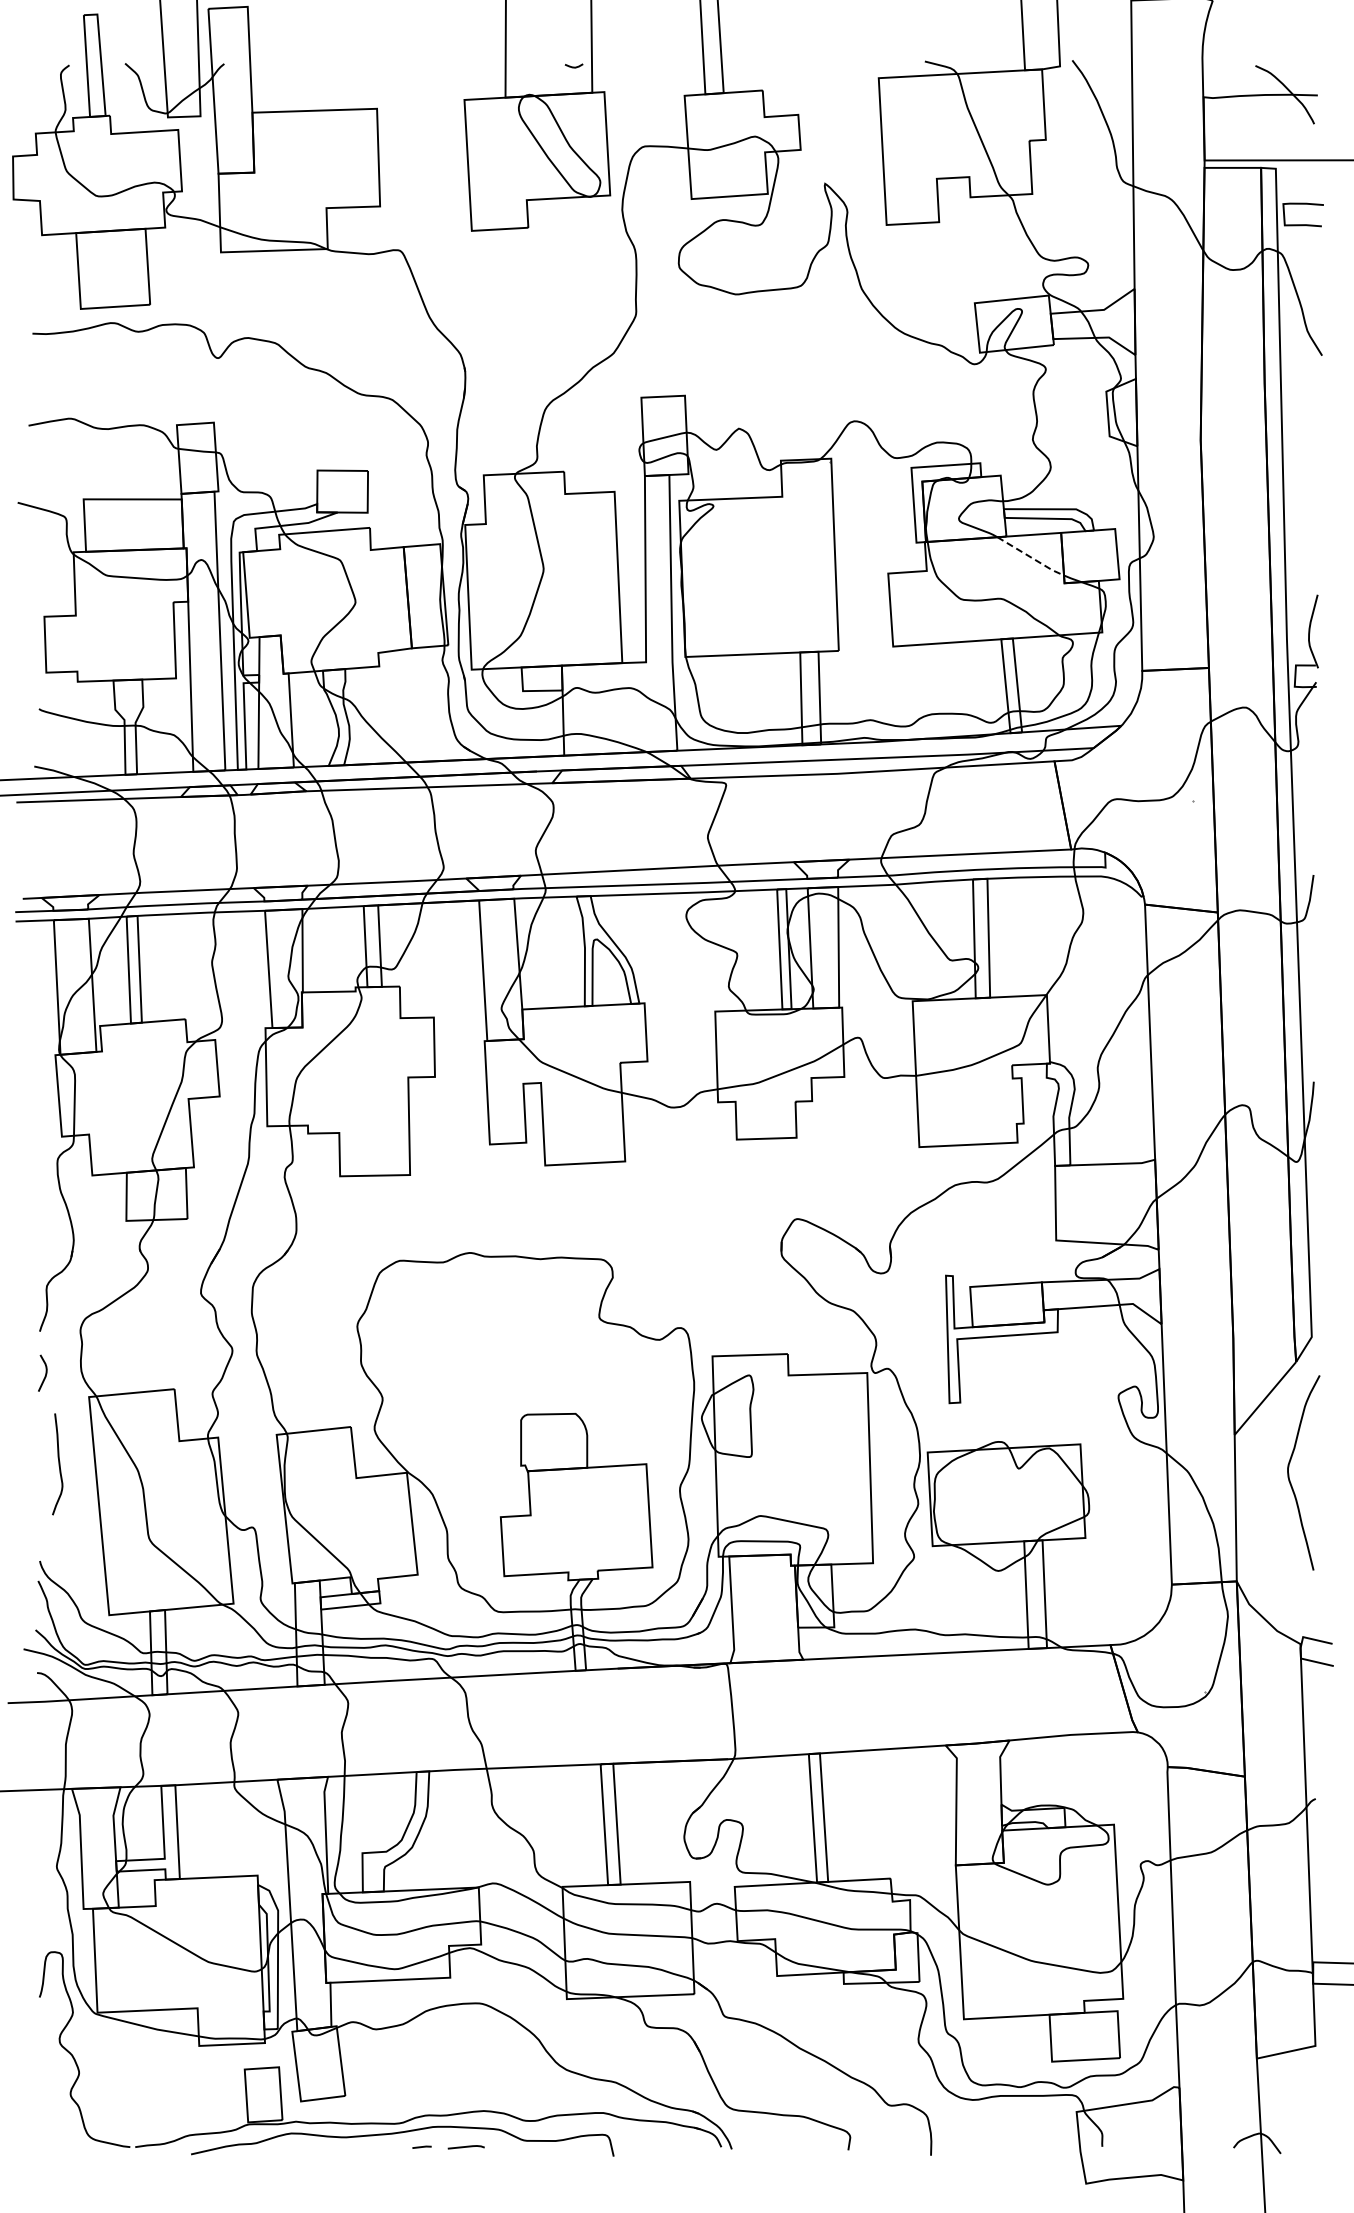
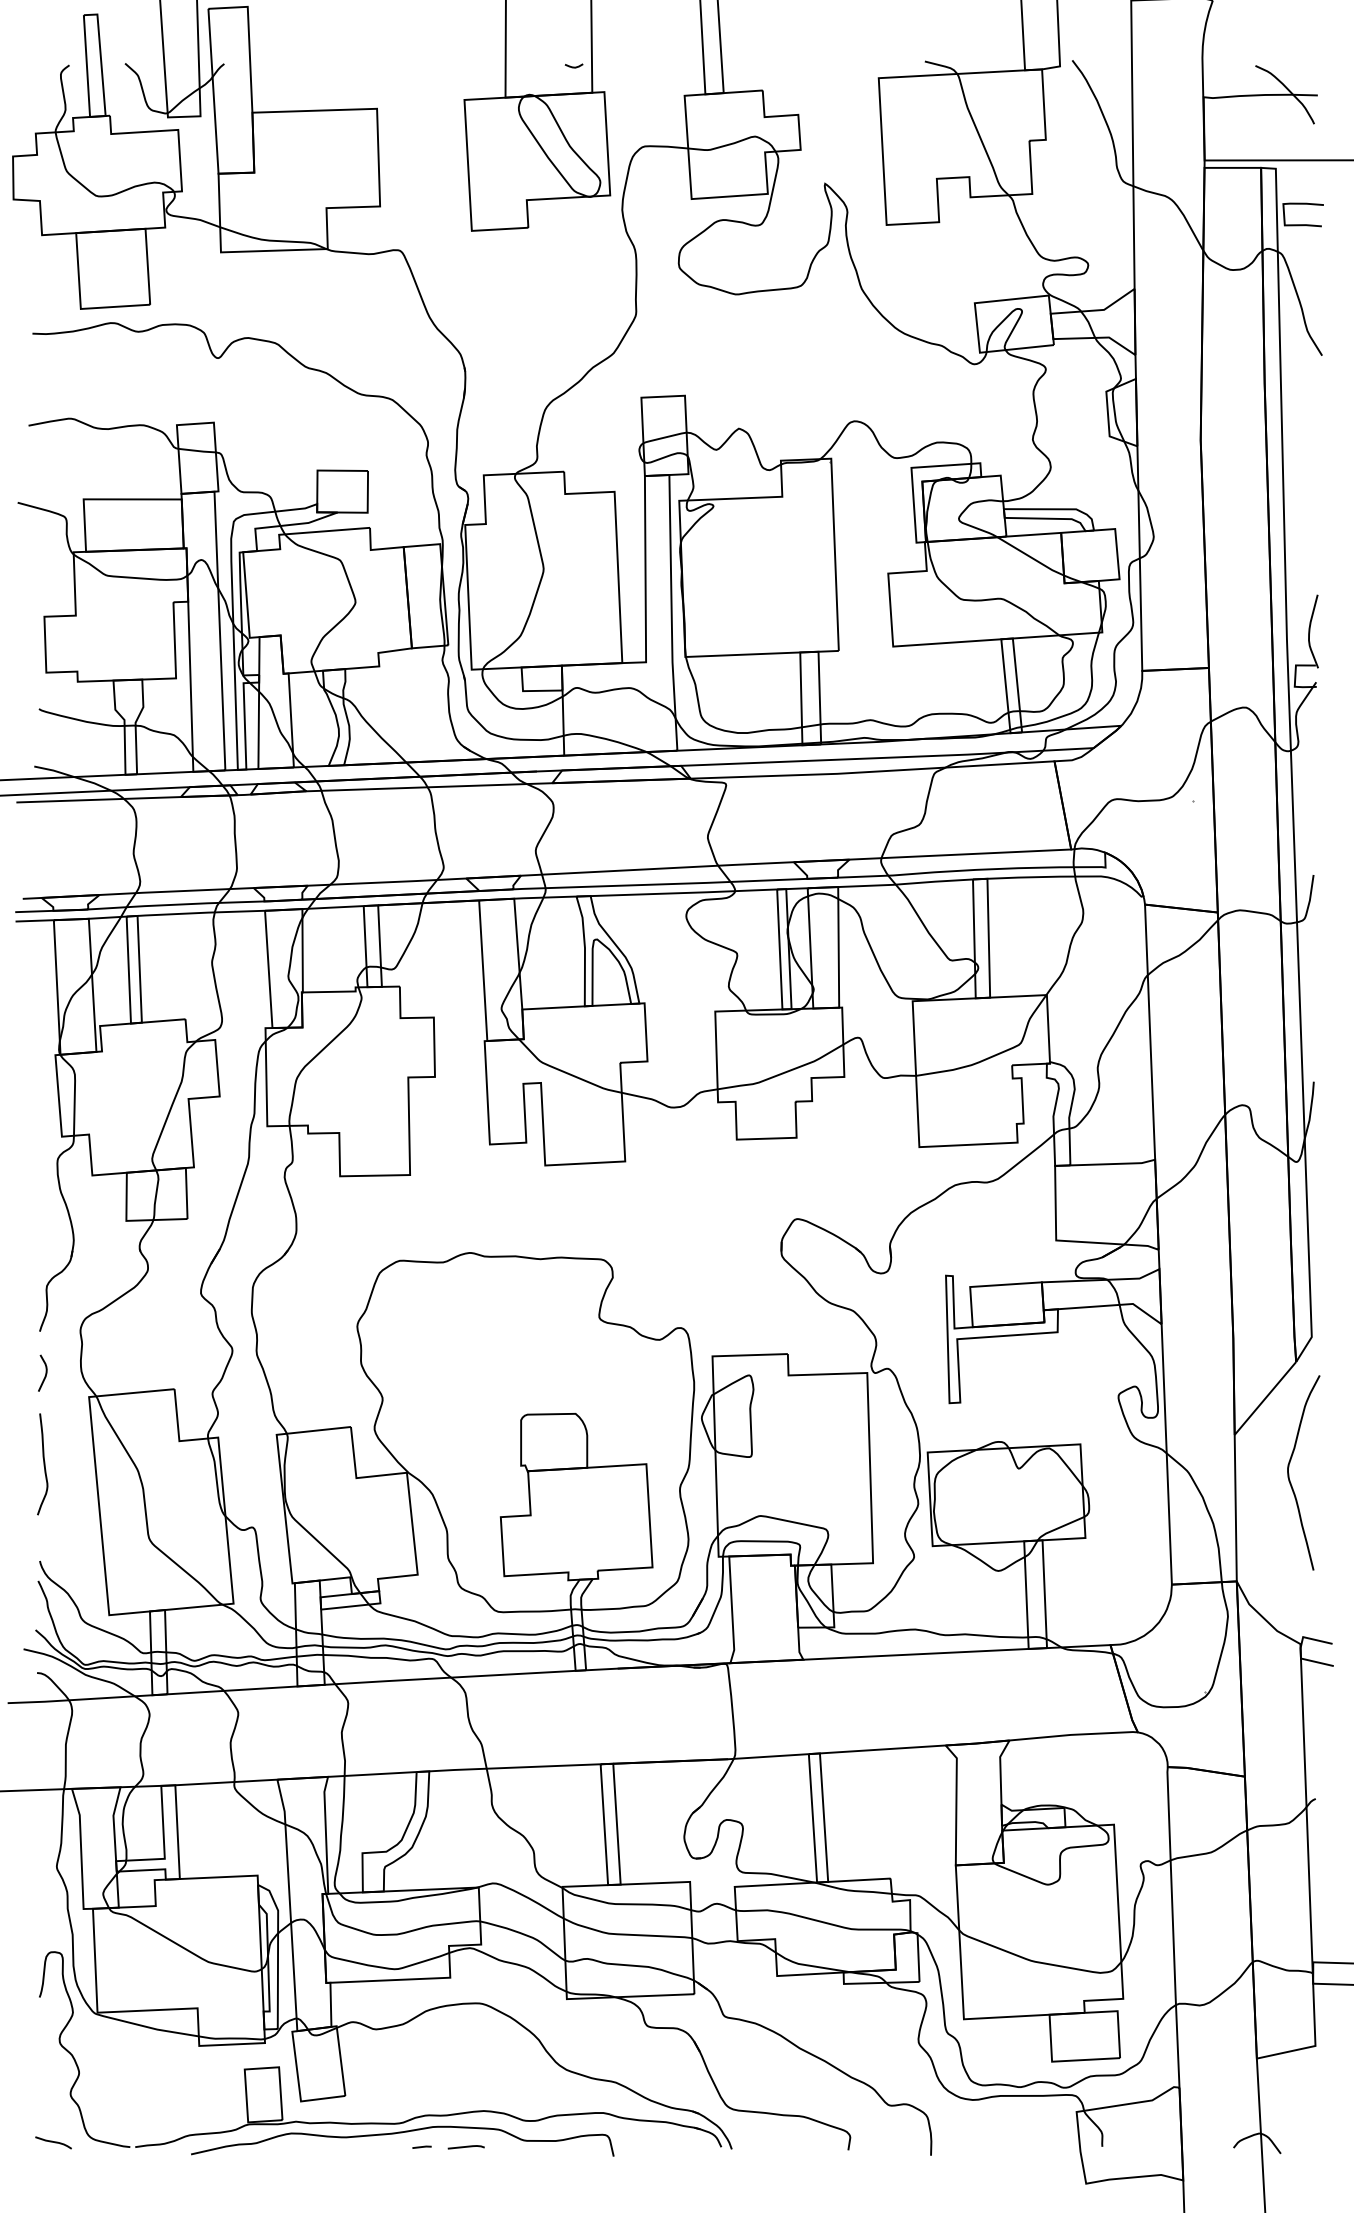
line at (1031, 557): dashed -> solid
curve at (58, 1464) position: (58, 1464) -> (43, 1464)
curve at (53, 2142): none -> present
